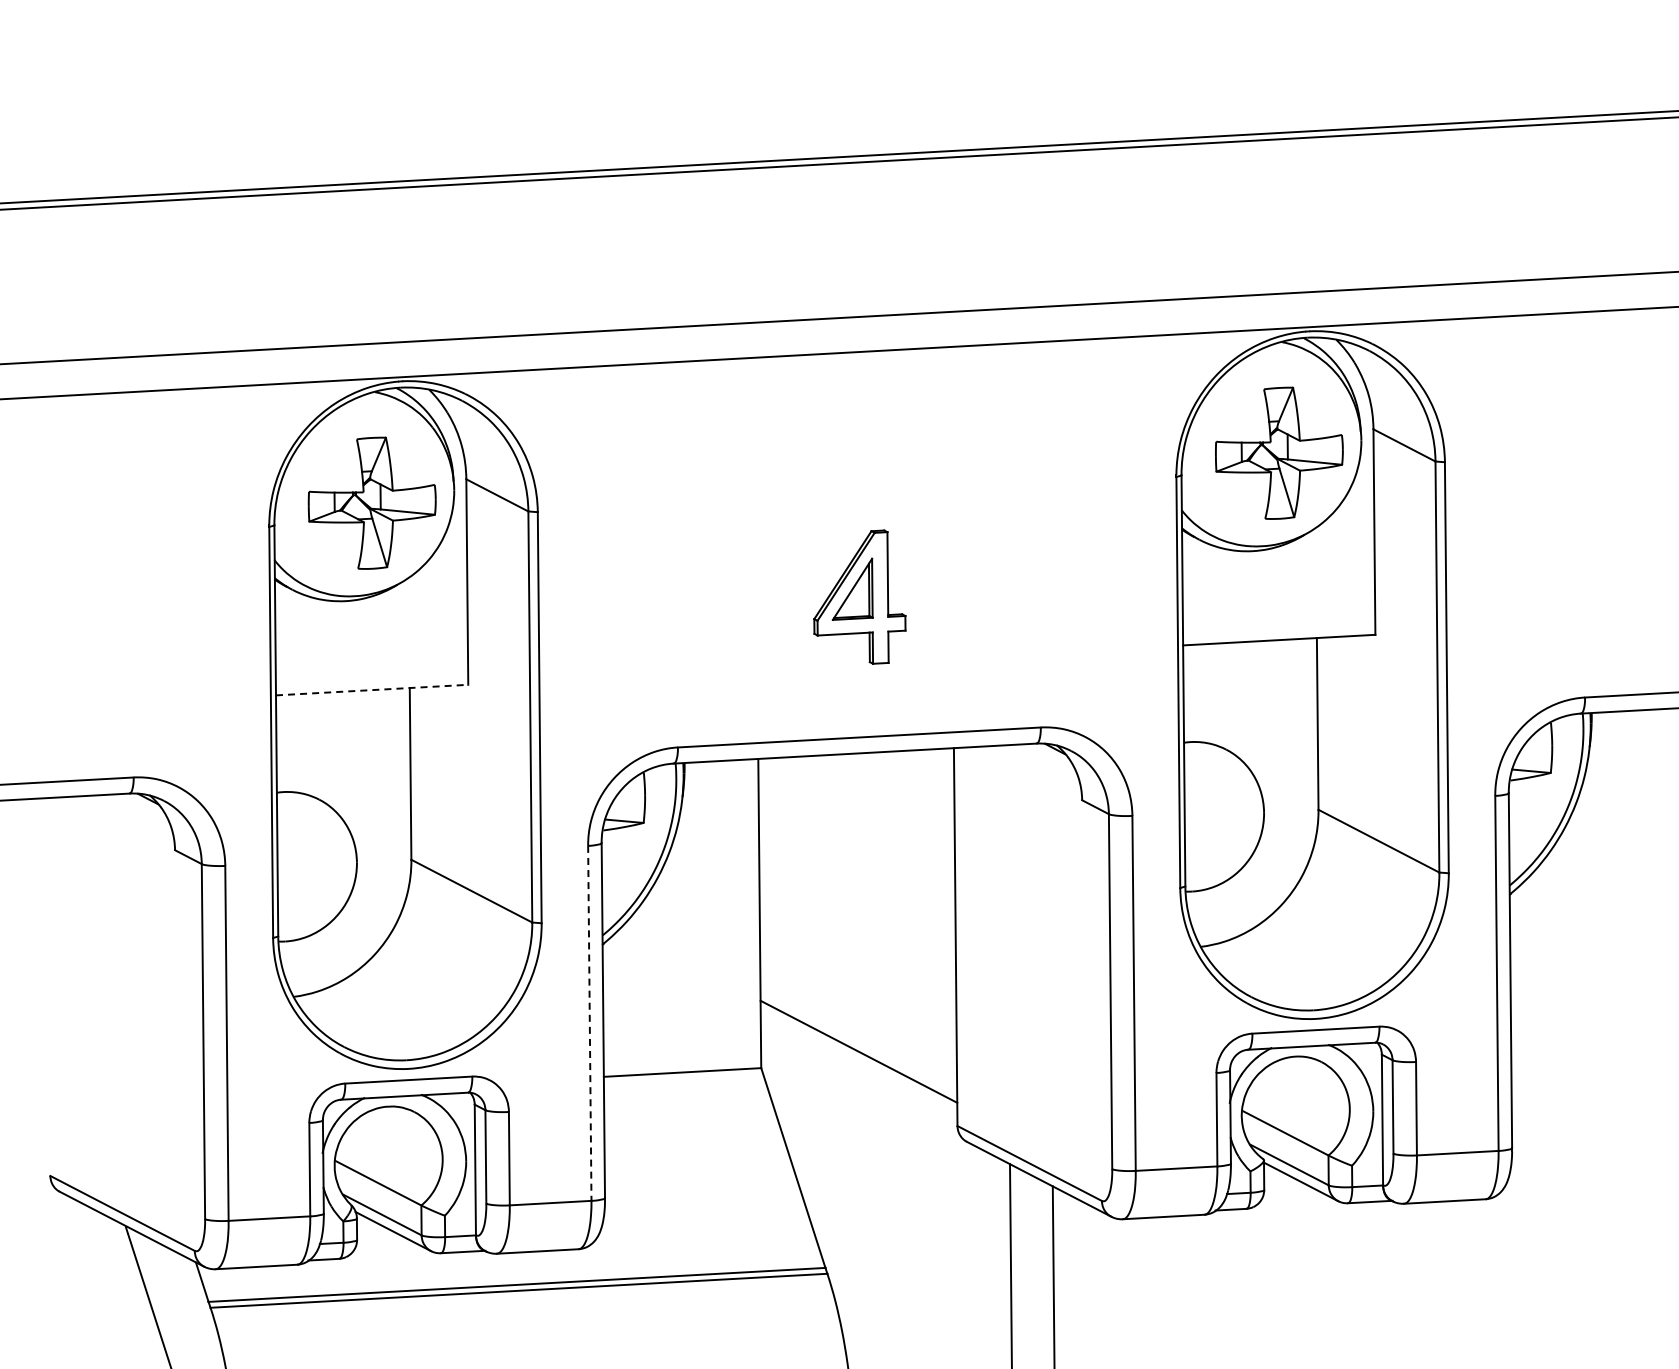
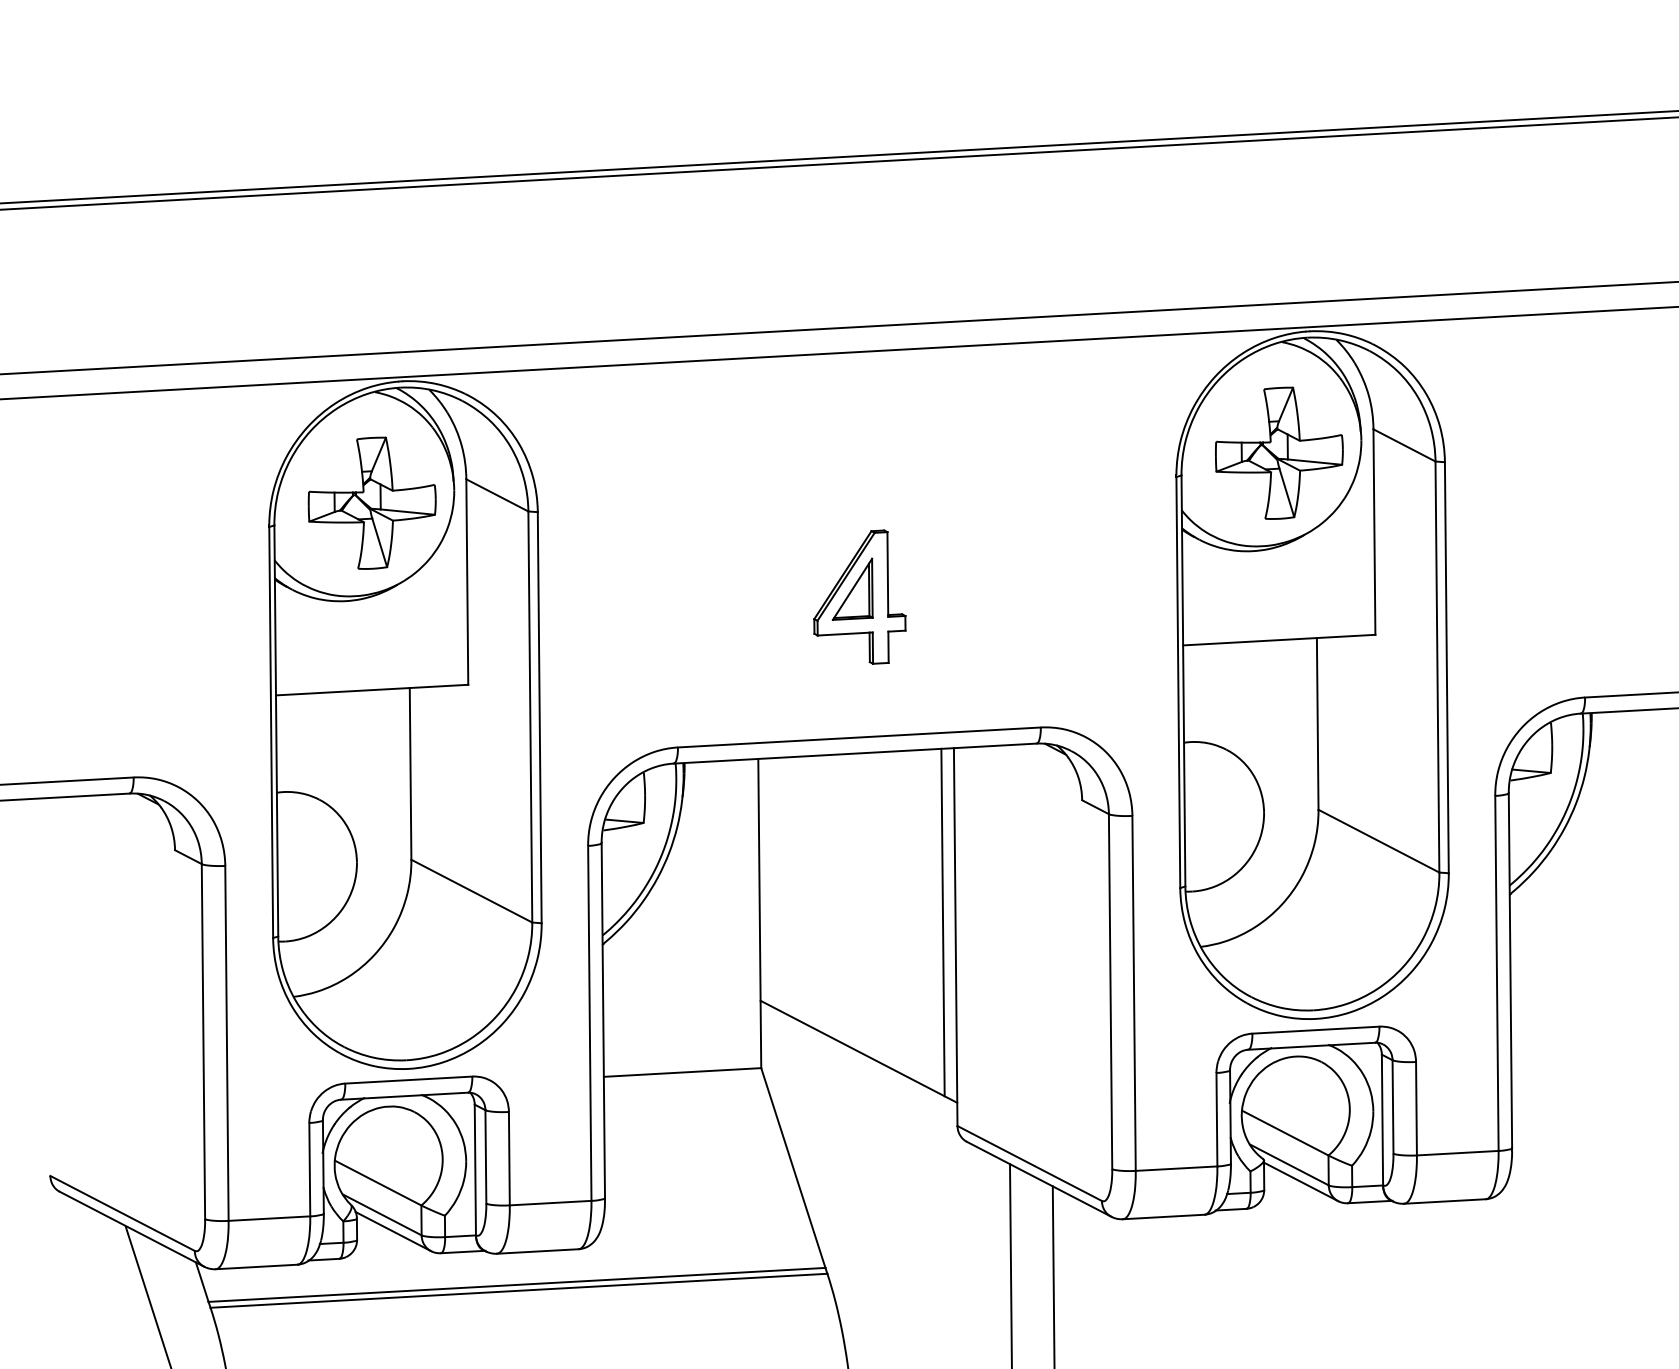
line at (838, 317) position: (838, 317) -> (838, 328)
line at (372, 690): dashed -> solid
line at (942, 922): none -> present
line at (589, 1023): dashed -> solid
